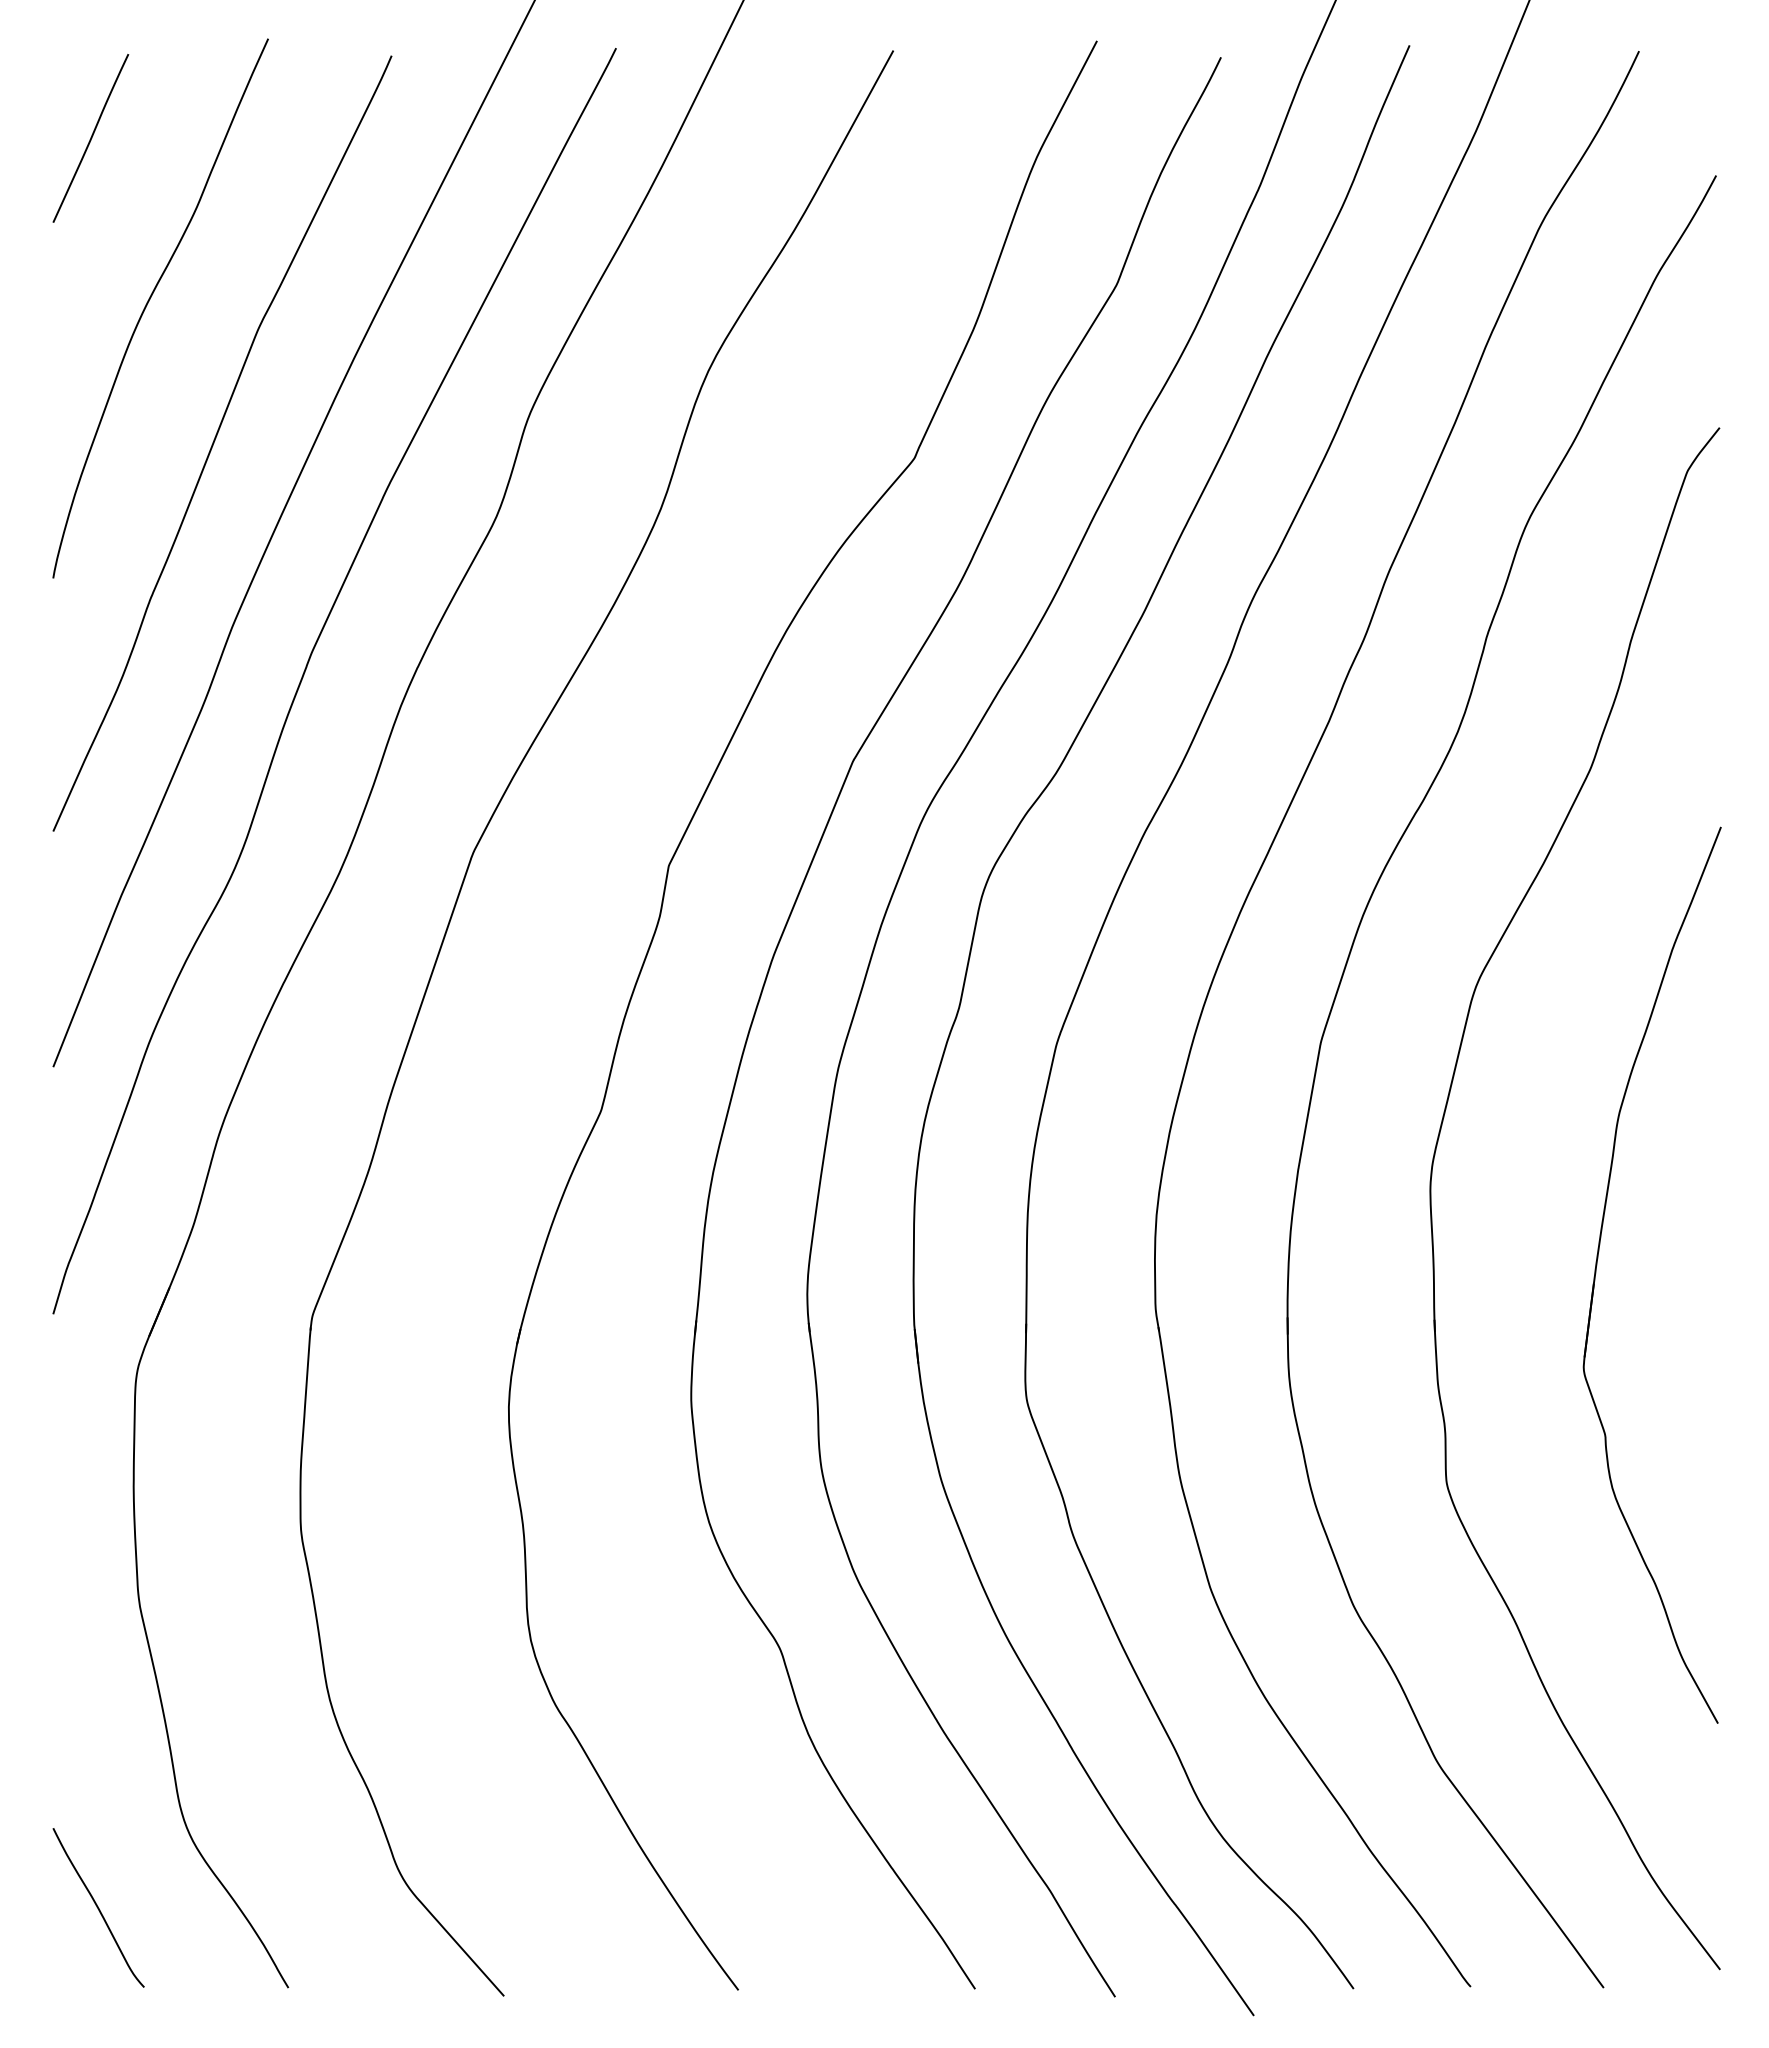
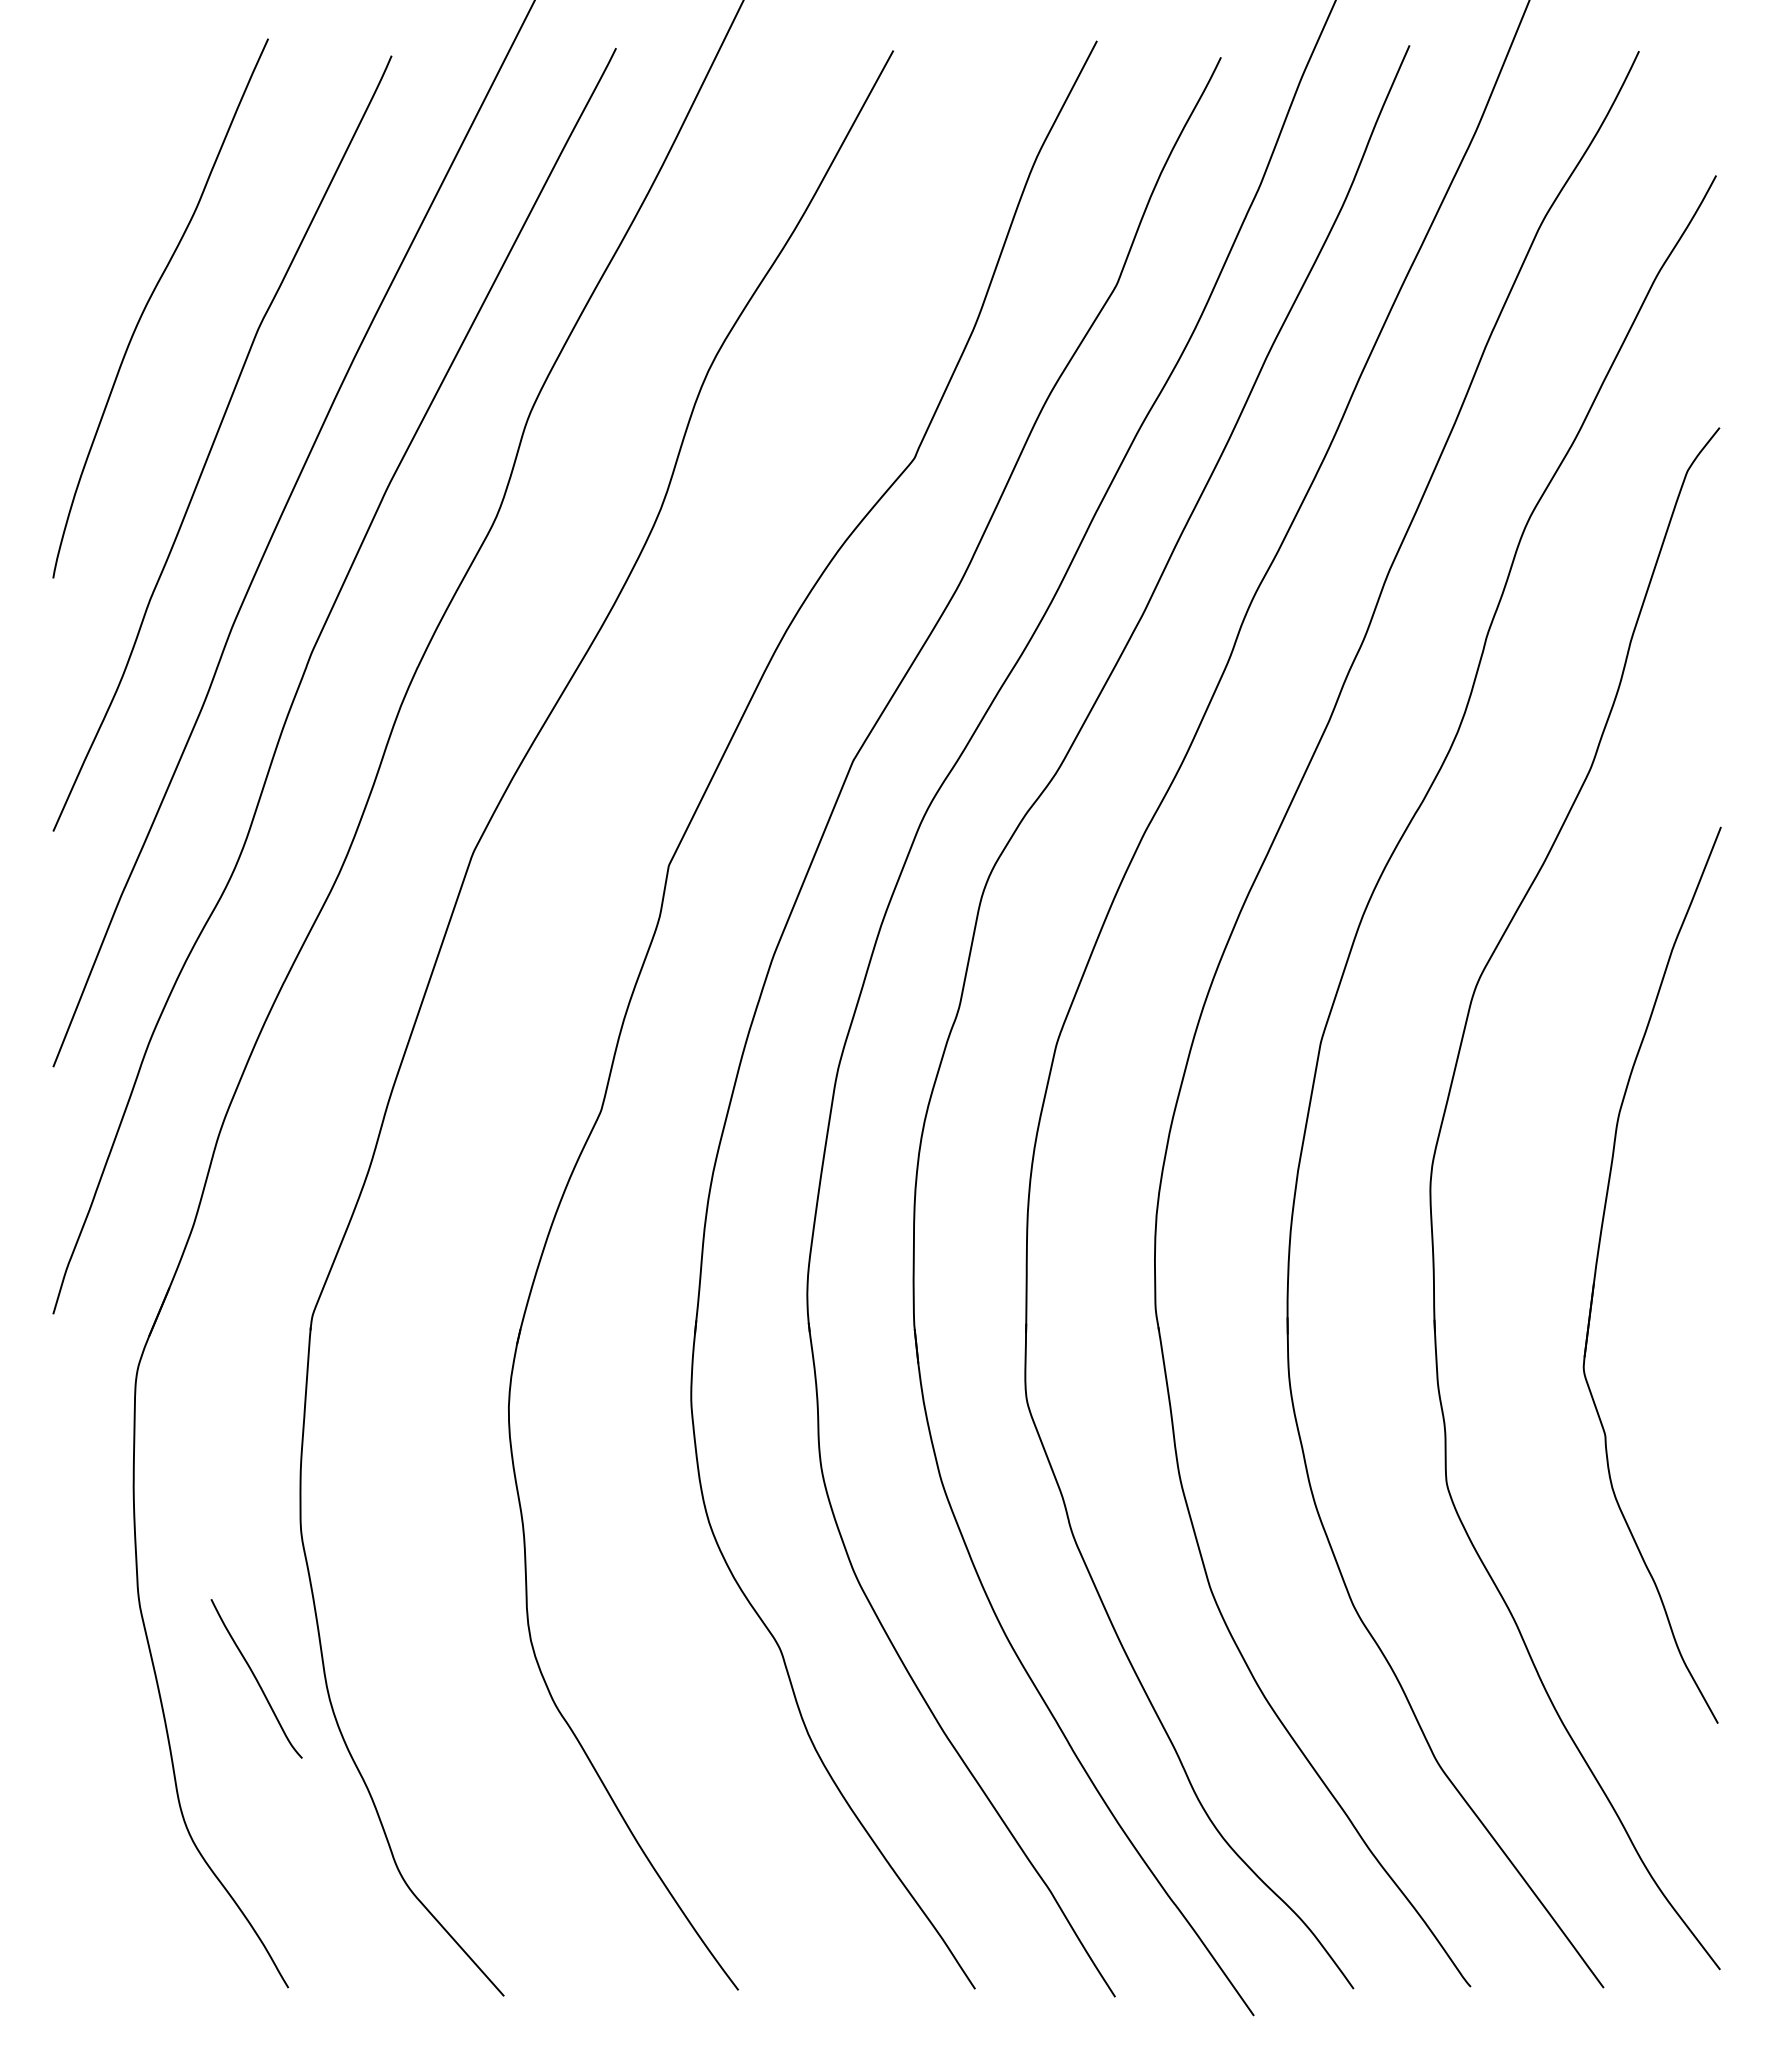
line at (90, 138): present -> none
curve at (98, 1907) position: (98, 1907) -> (256, 1678)
